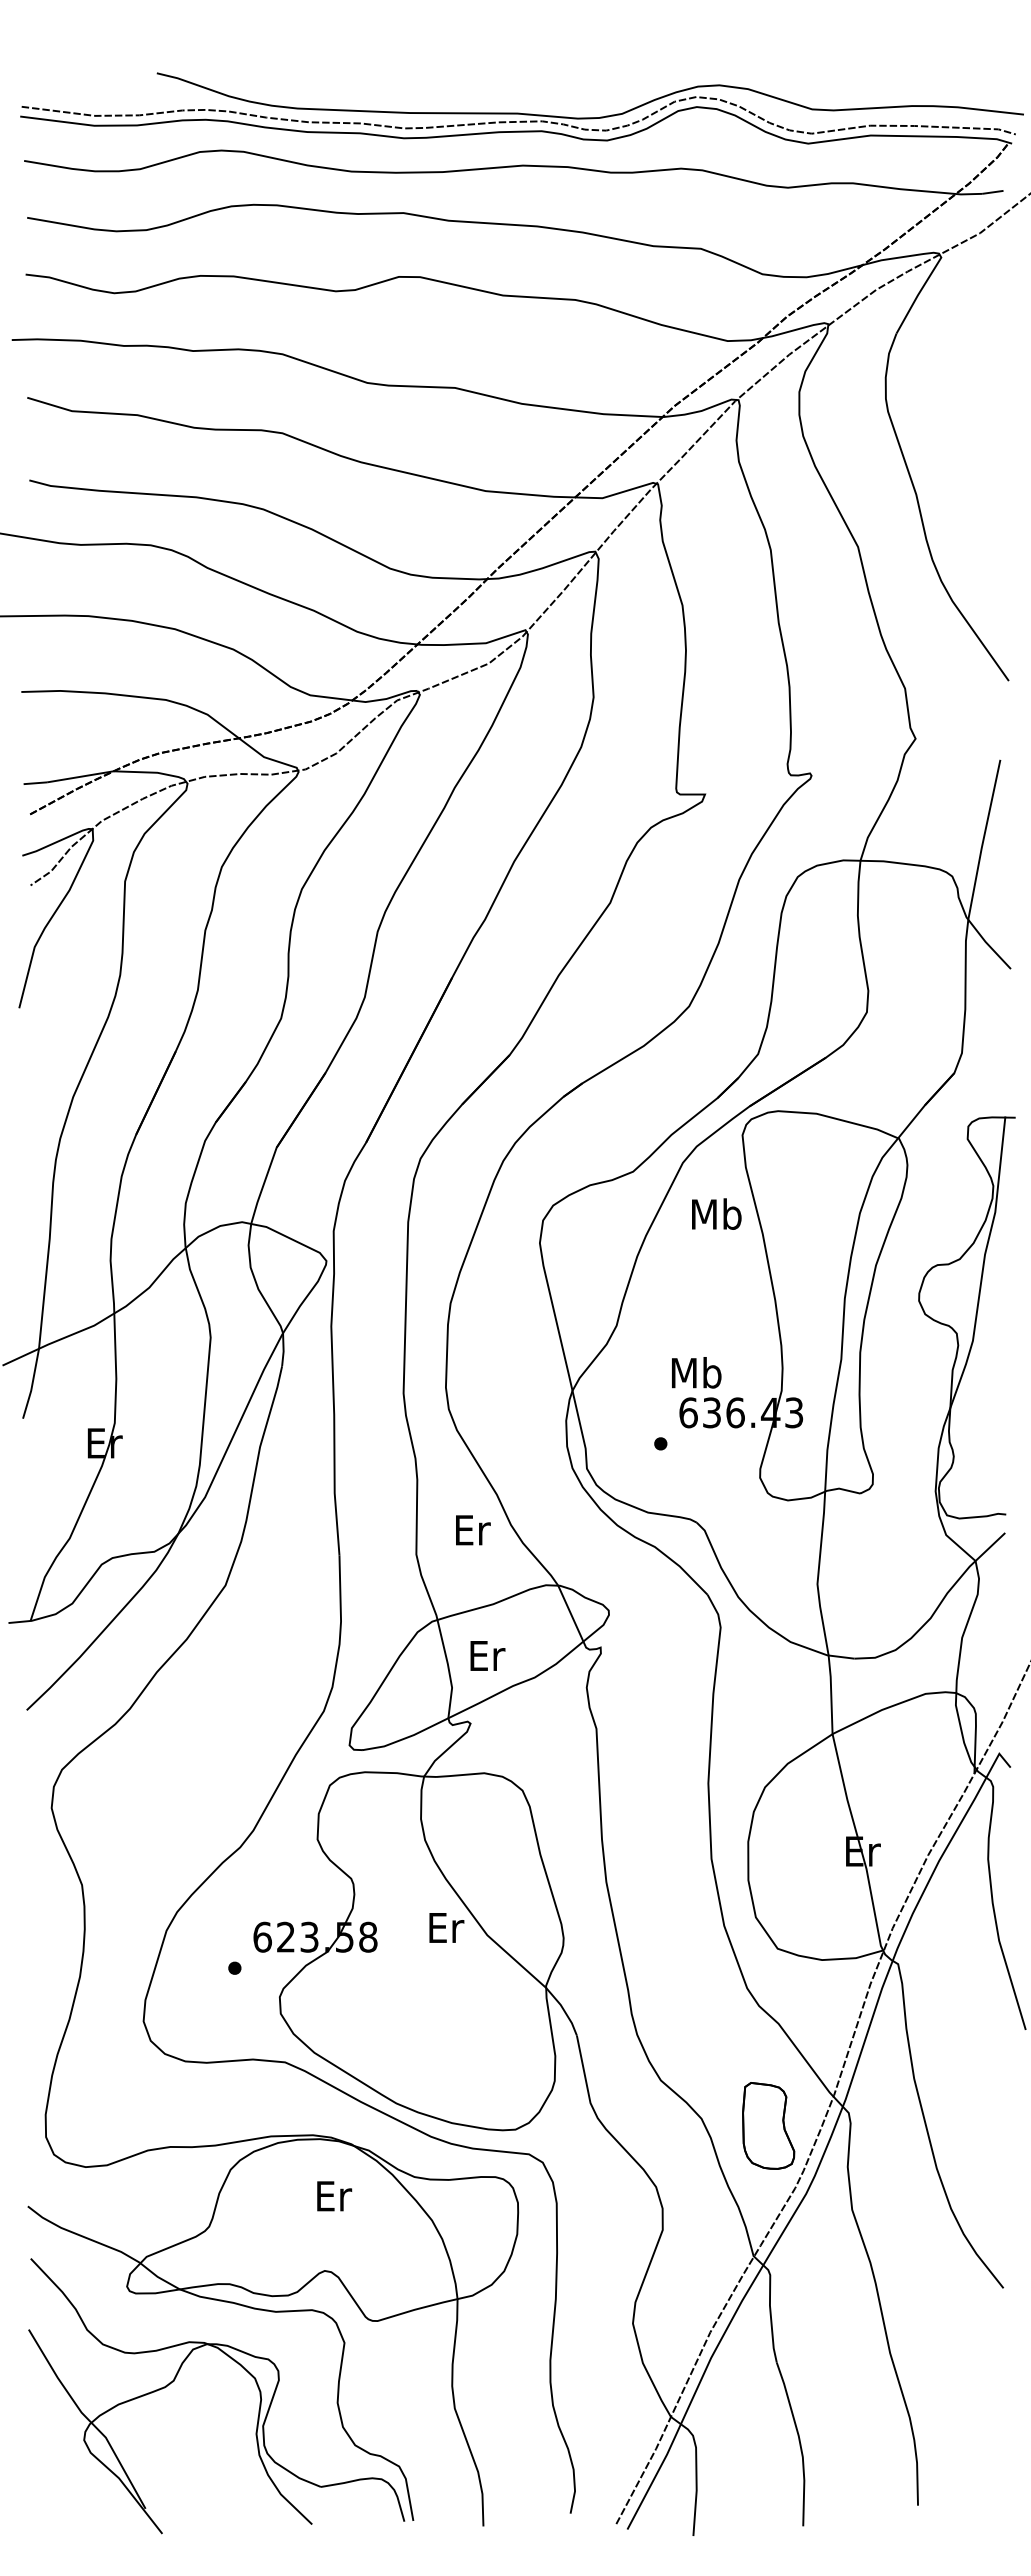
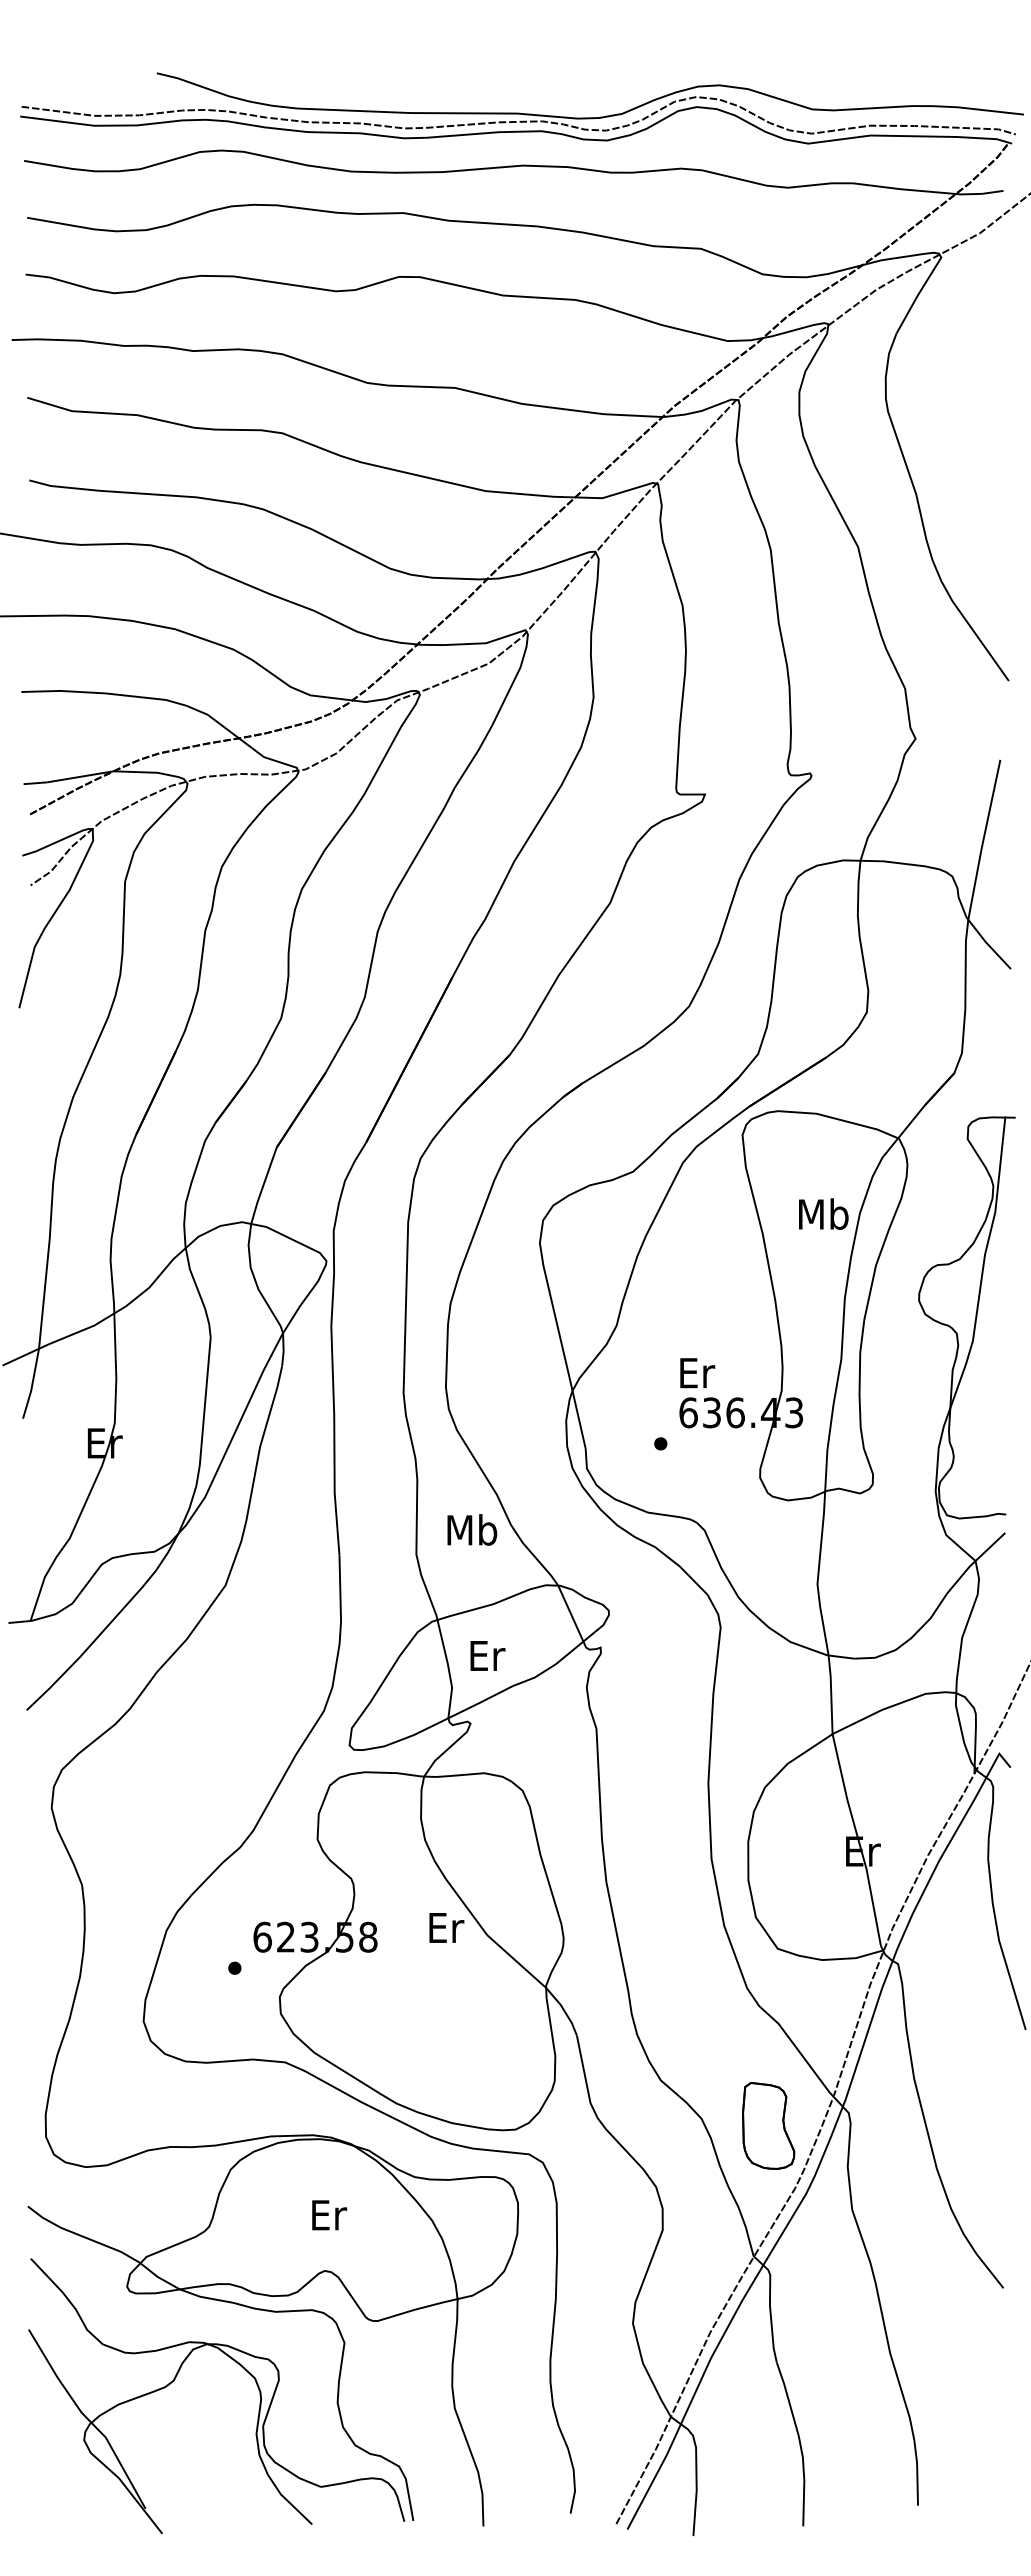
text at (716, 1213) position: (716, 1213) -> (823, 1213)
text at (696, 1372): Mb -> Er
text at (472, 1529): Er -> Mb
text at (334, 2196) position: (334, 2196) -> (329, 2215)
